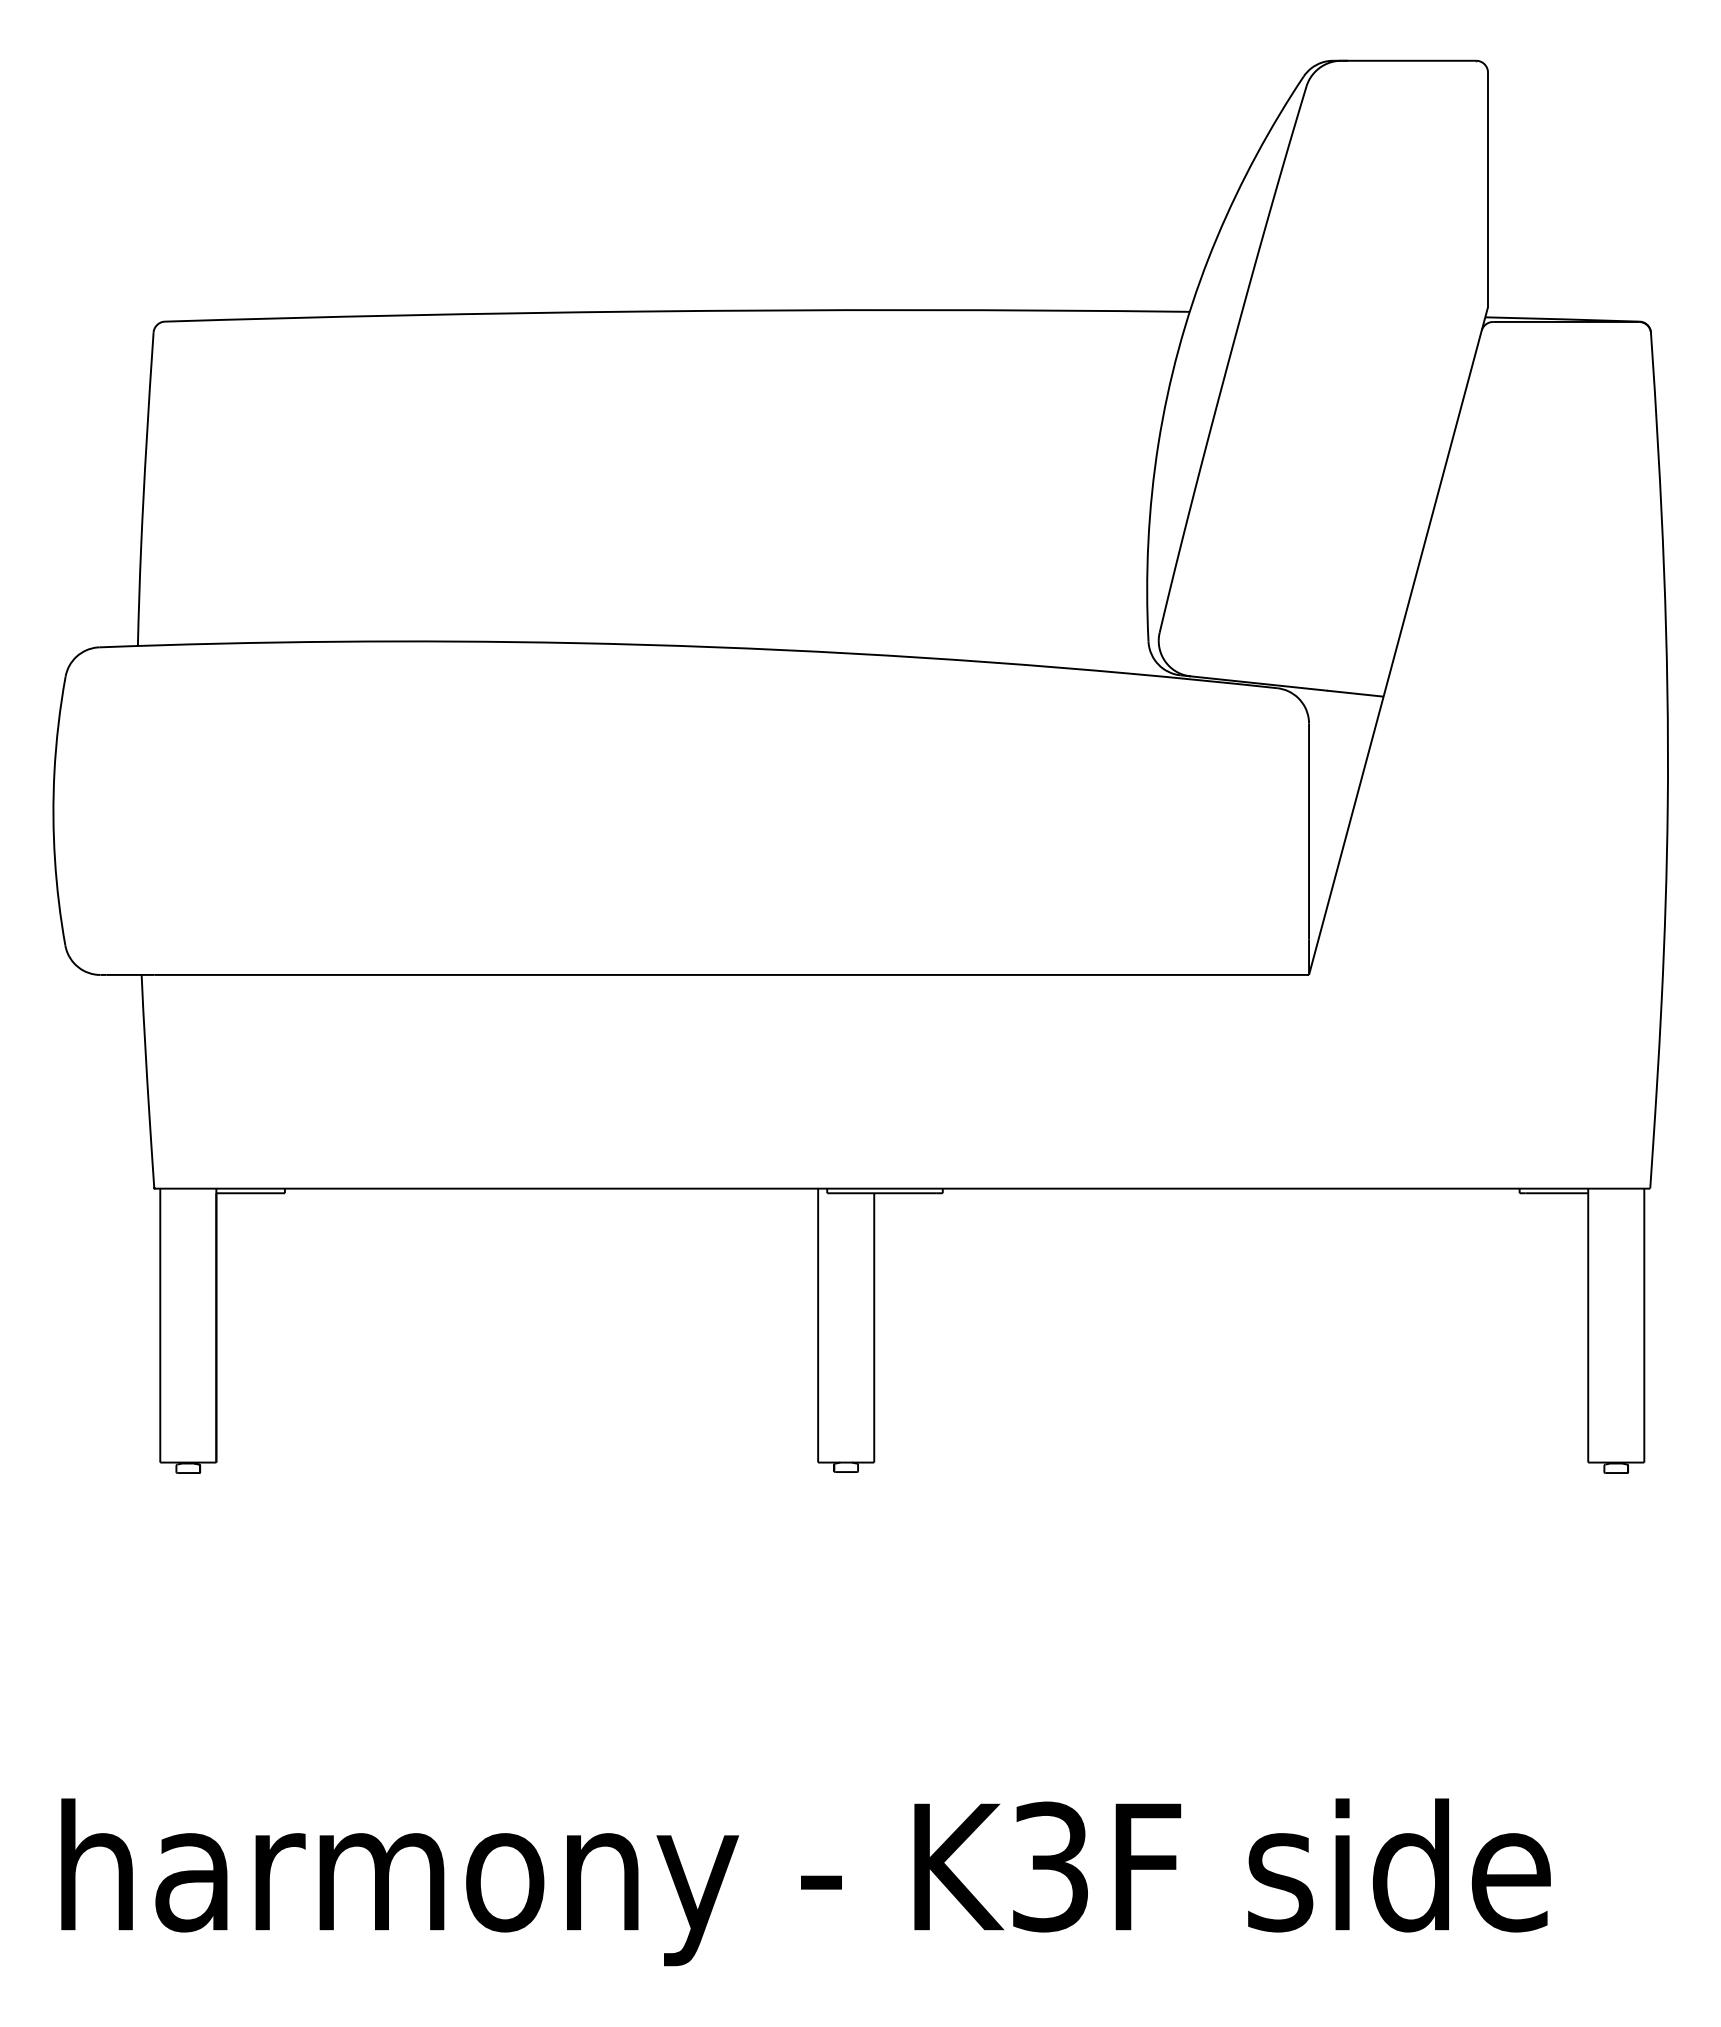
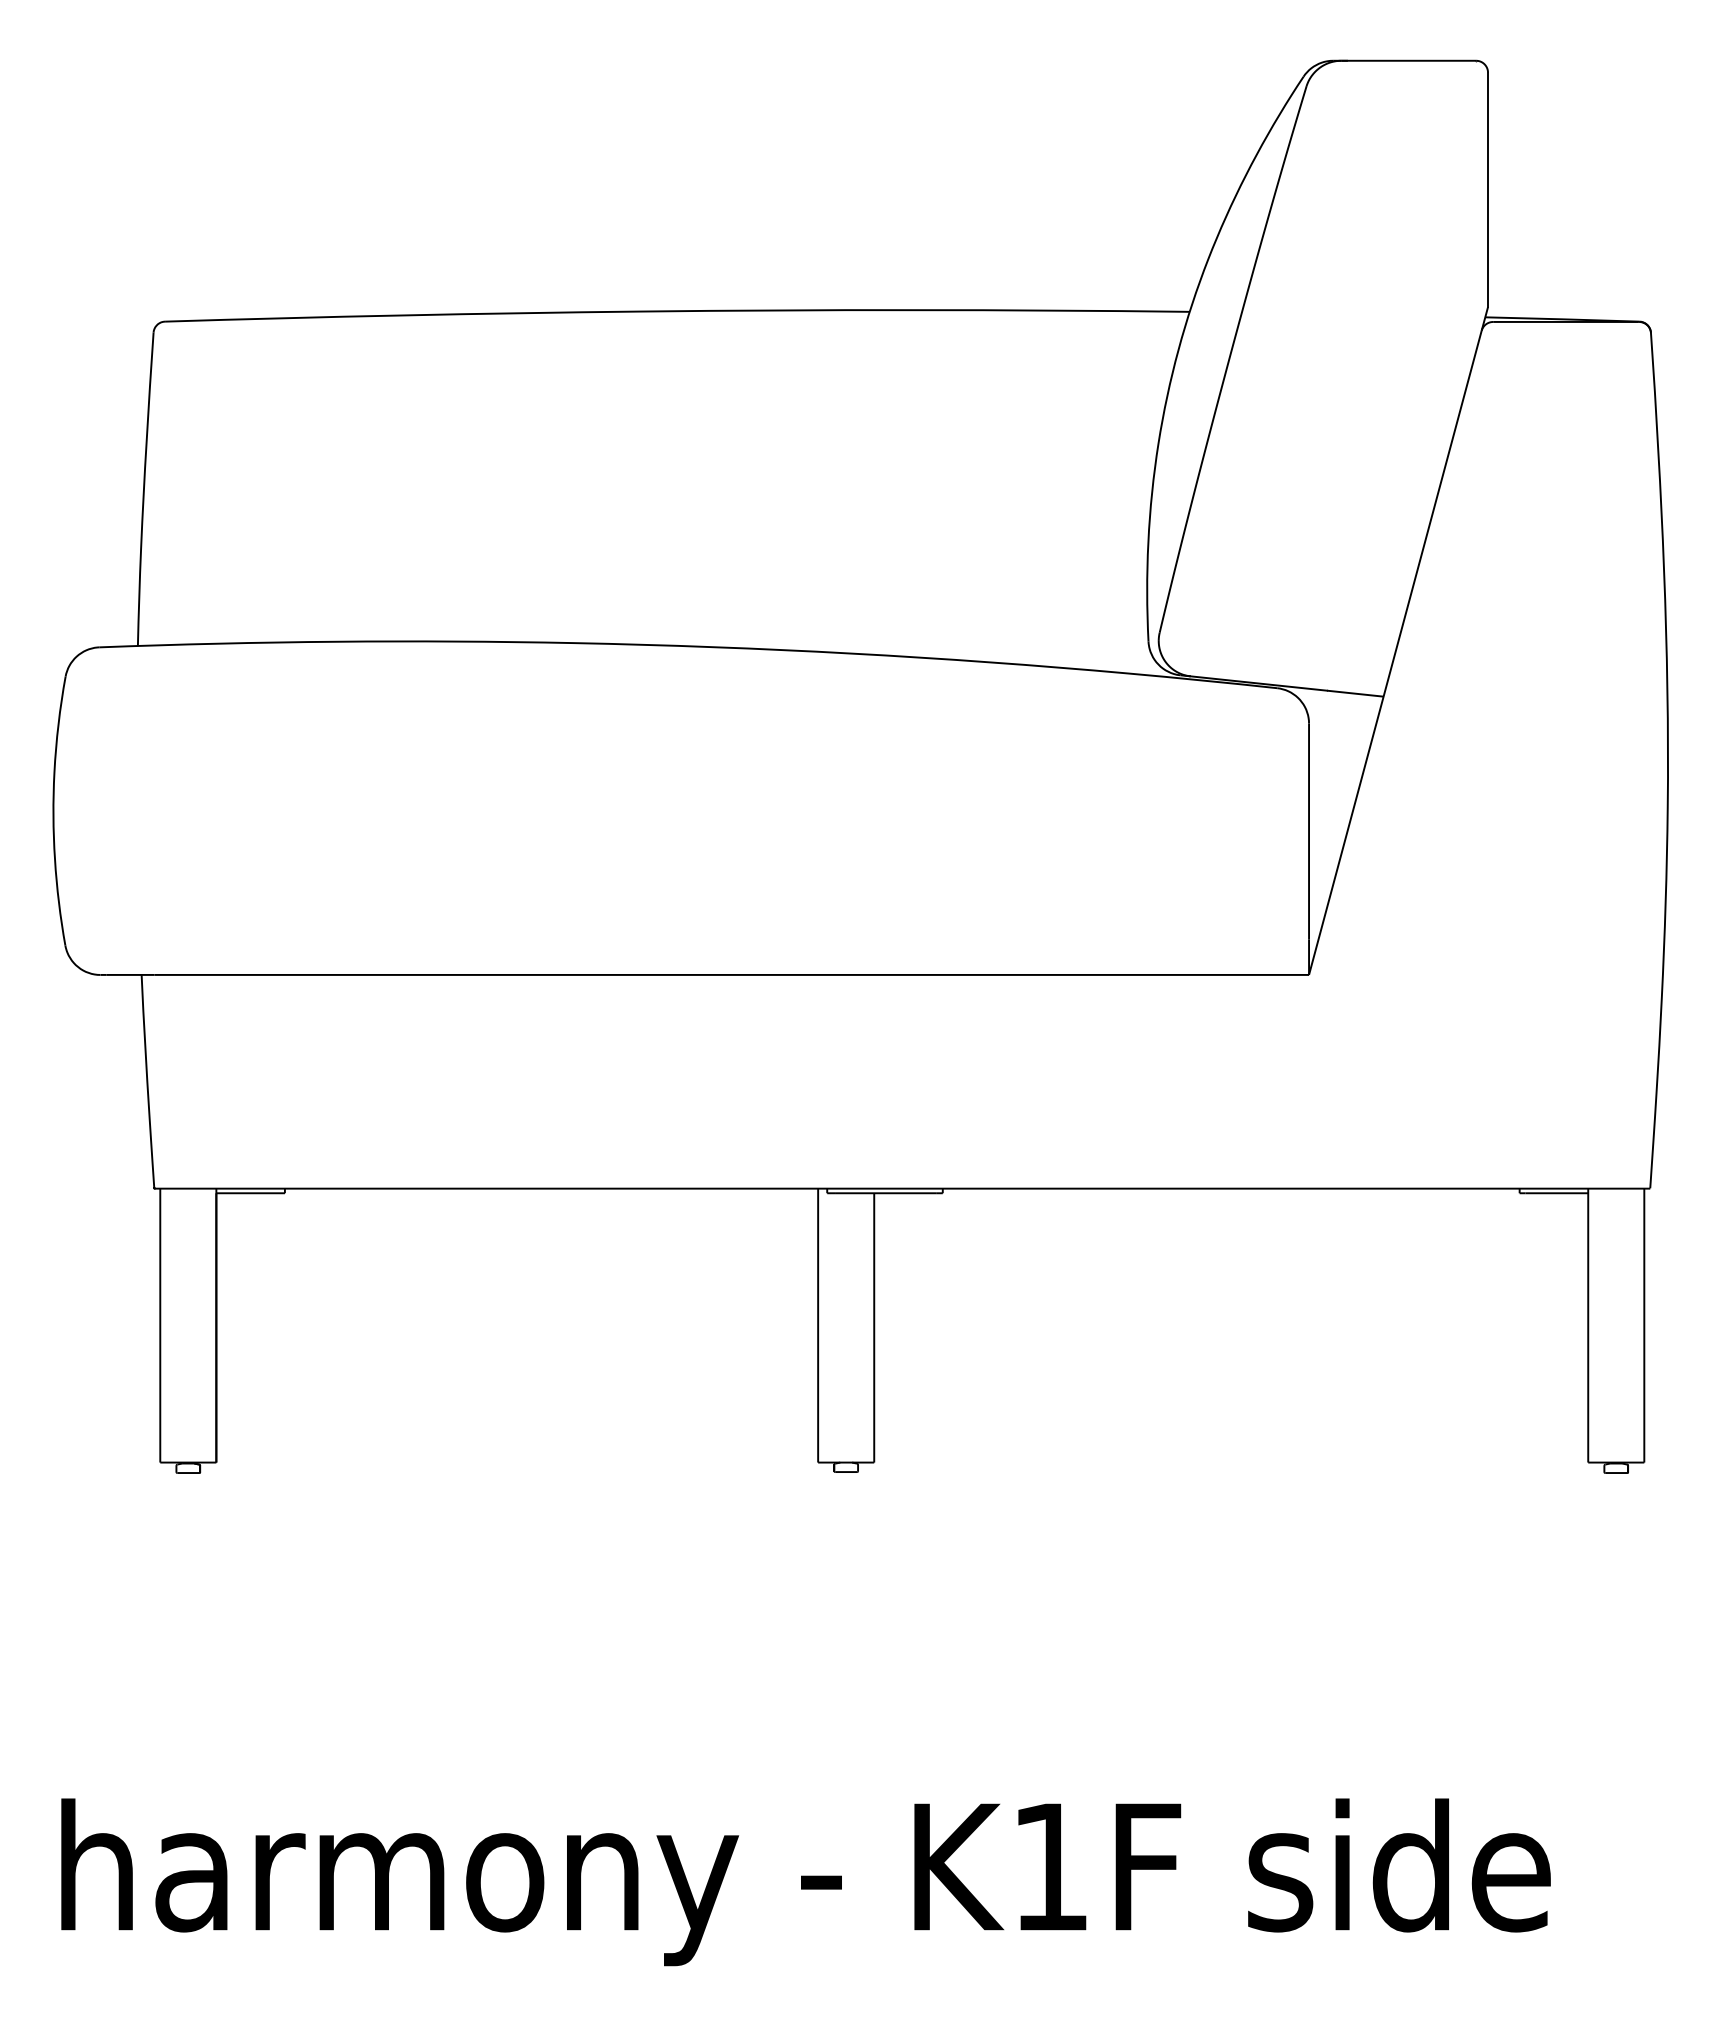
text at (1050, 1866): K3F -> K1F
